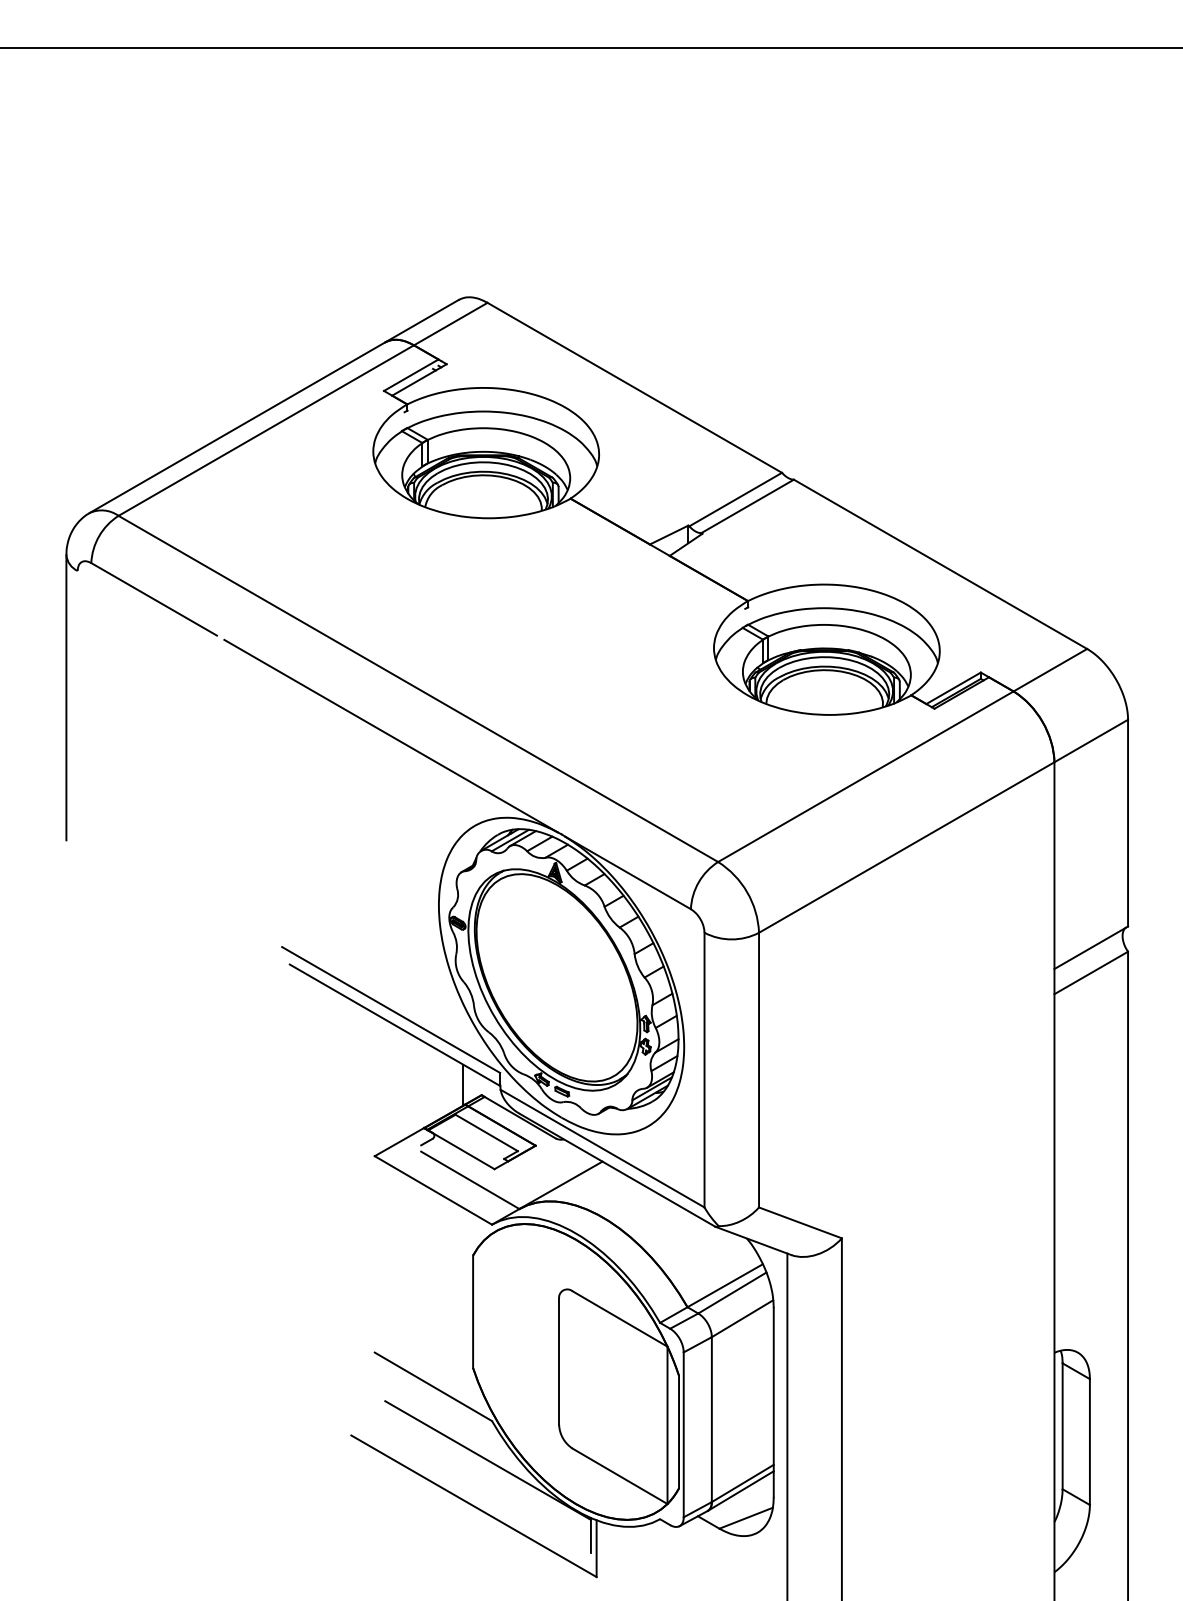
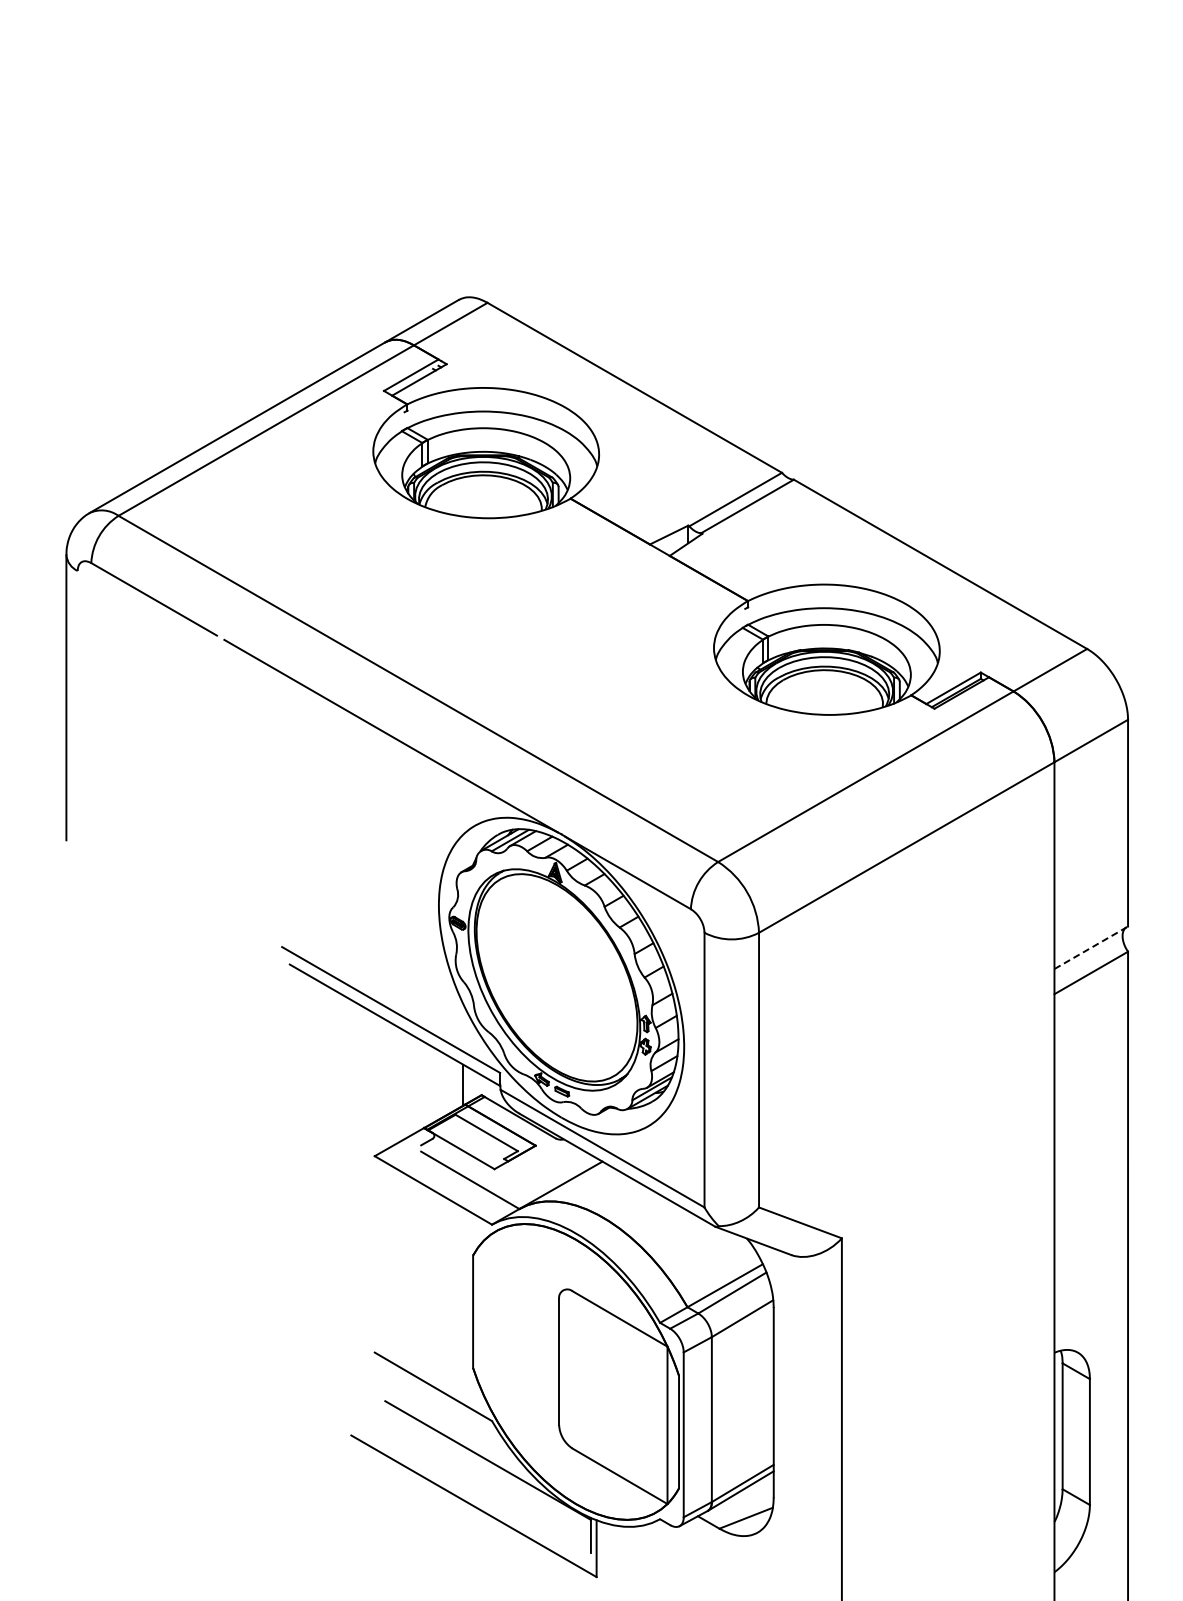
line at (590, 48): present -> none
line at (1091, 947): solid -> dashed
line at (787, 1425): present -> none
